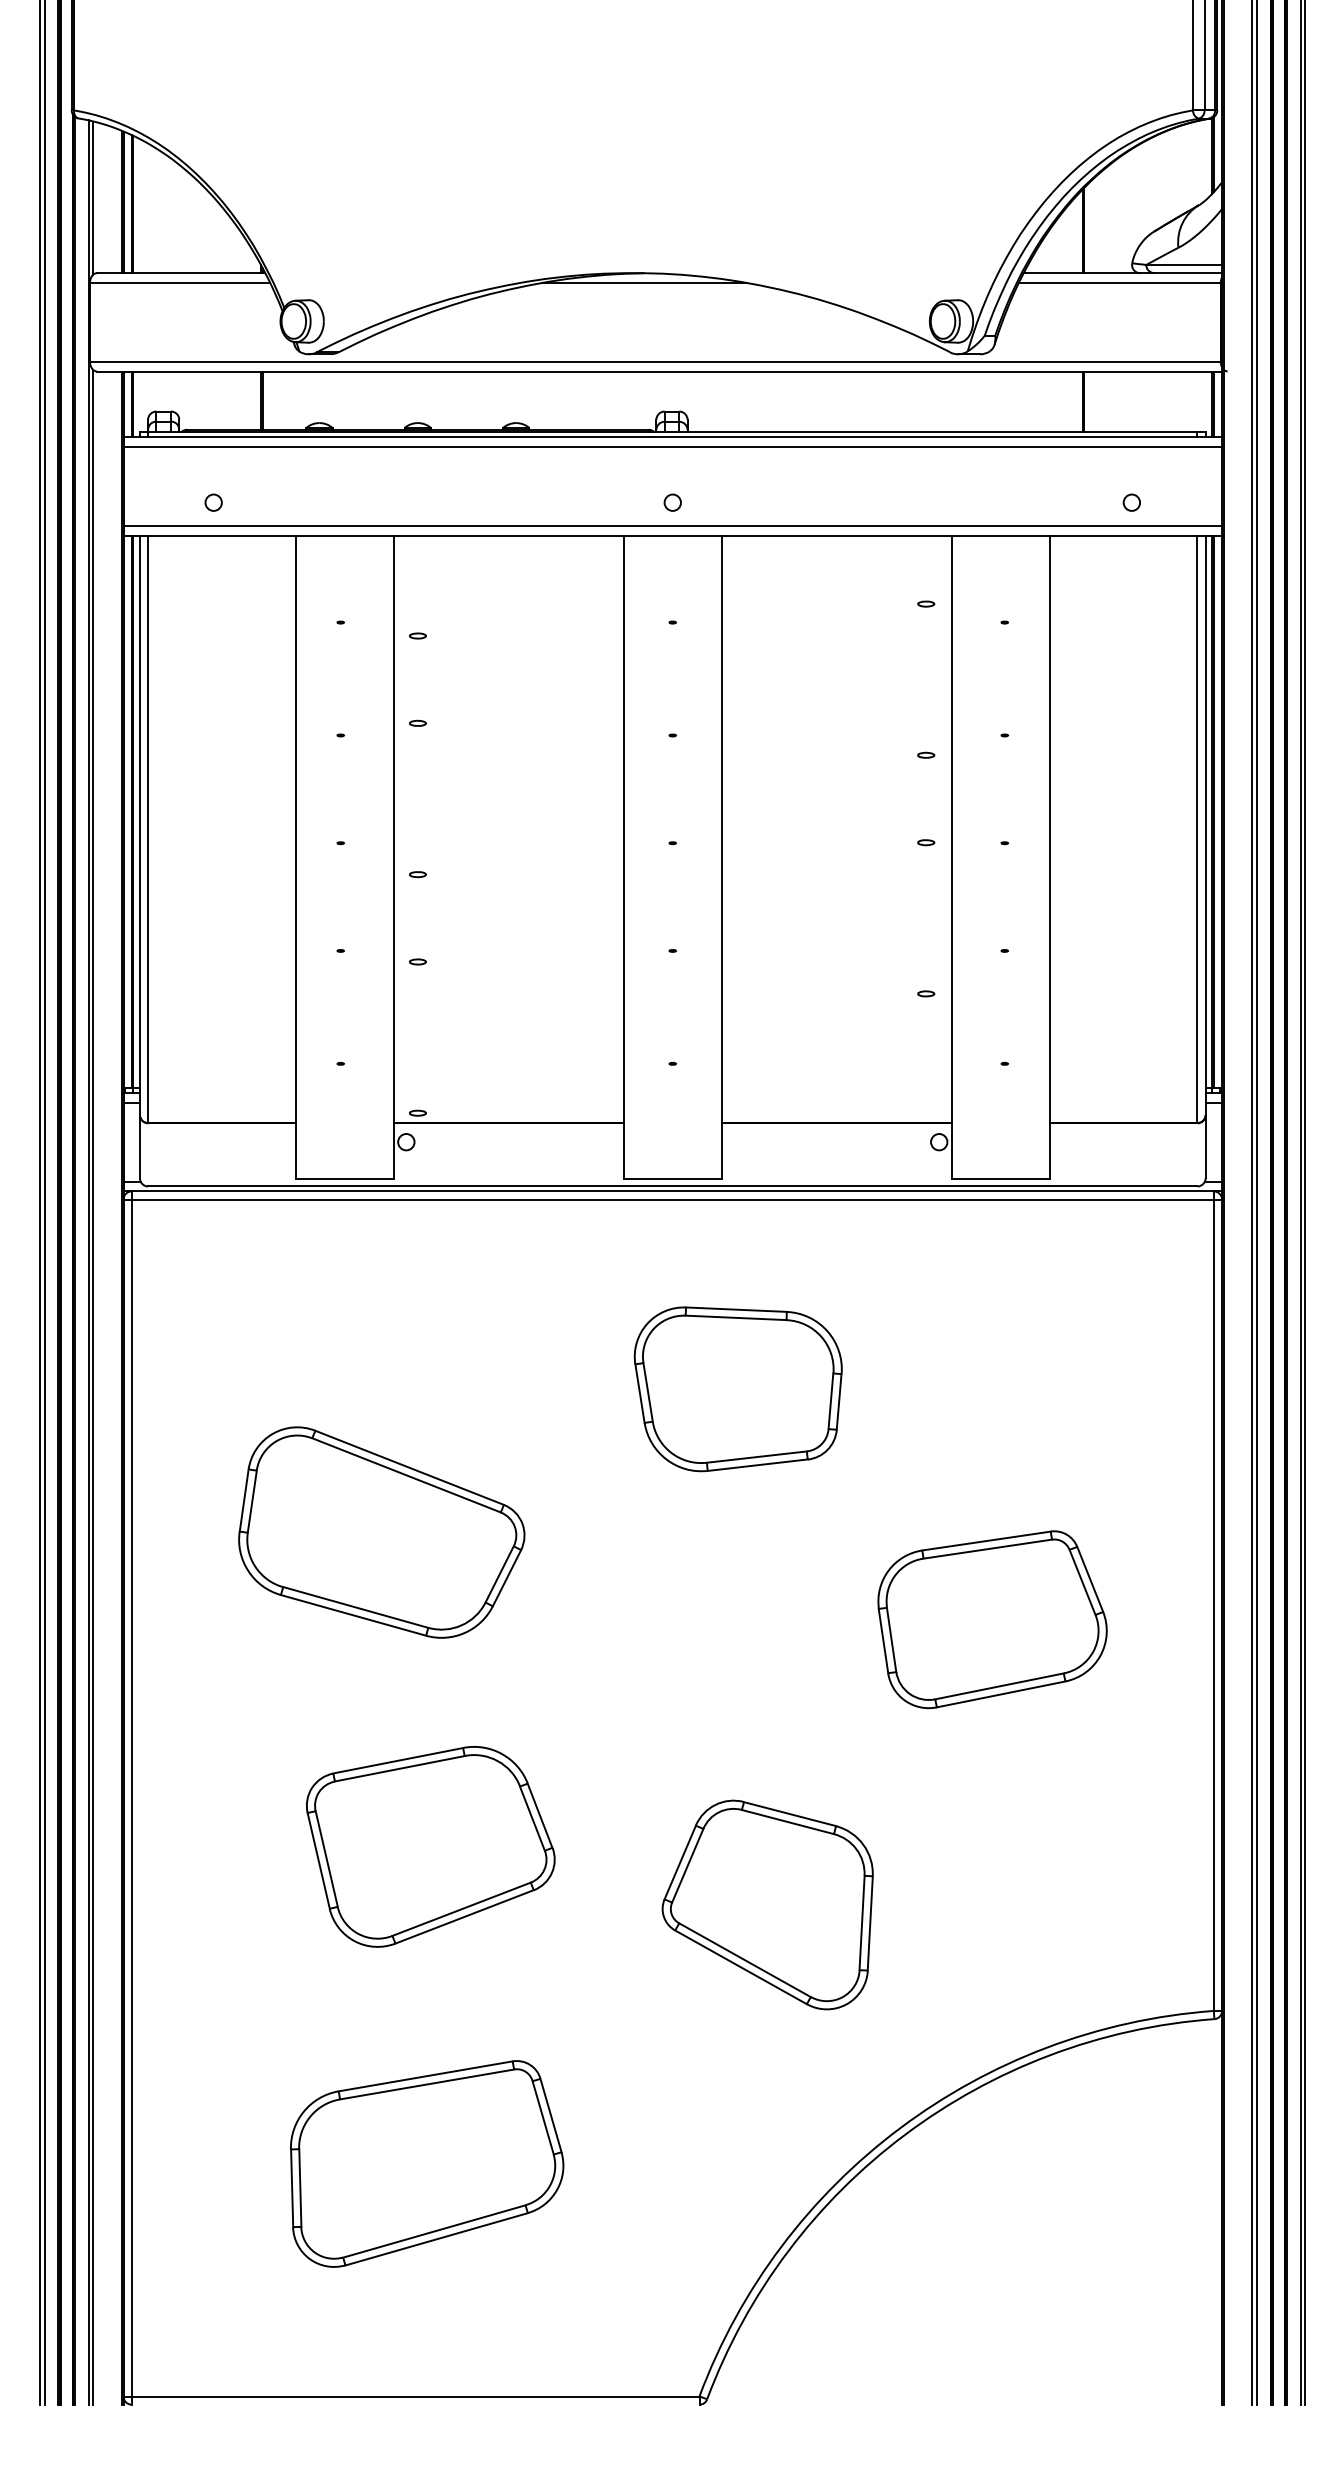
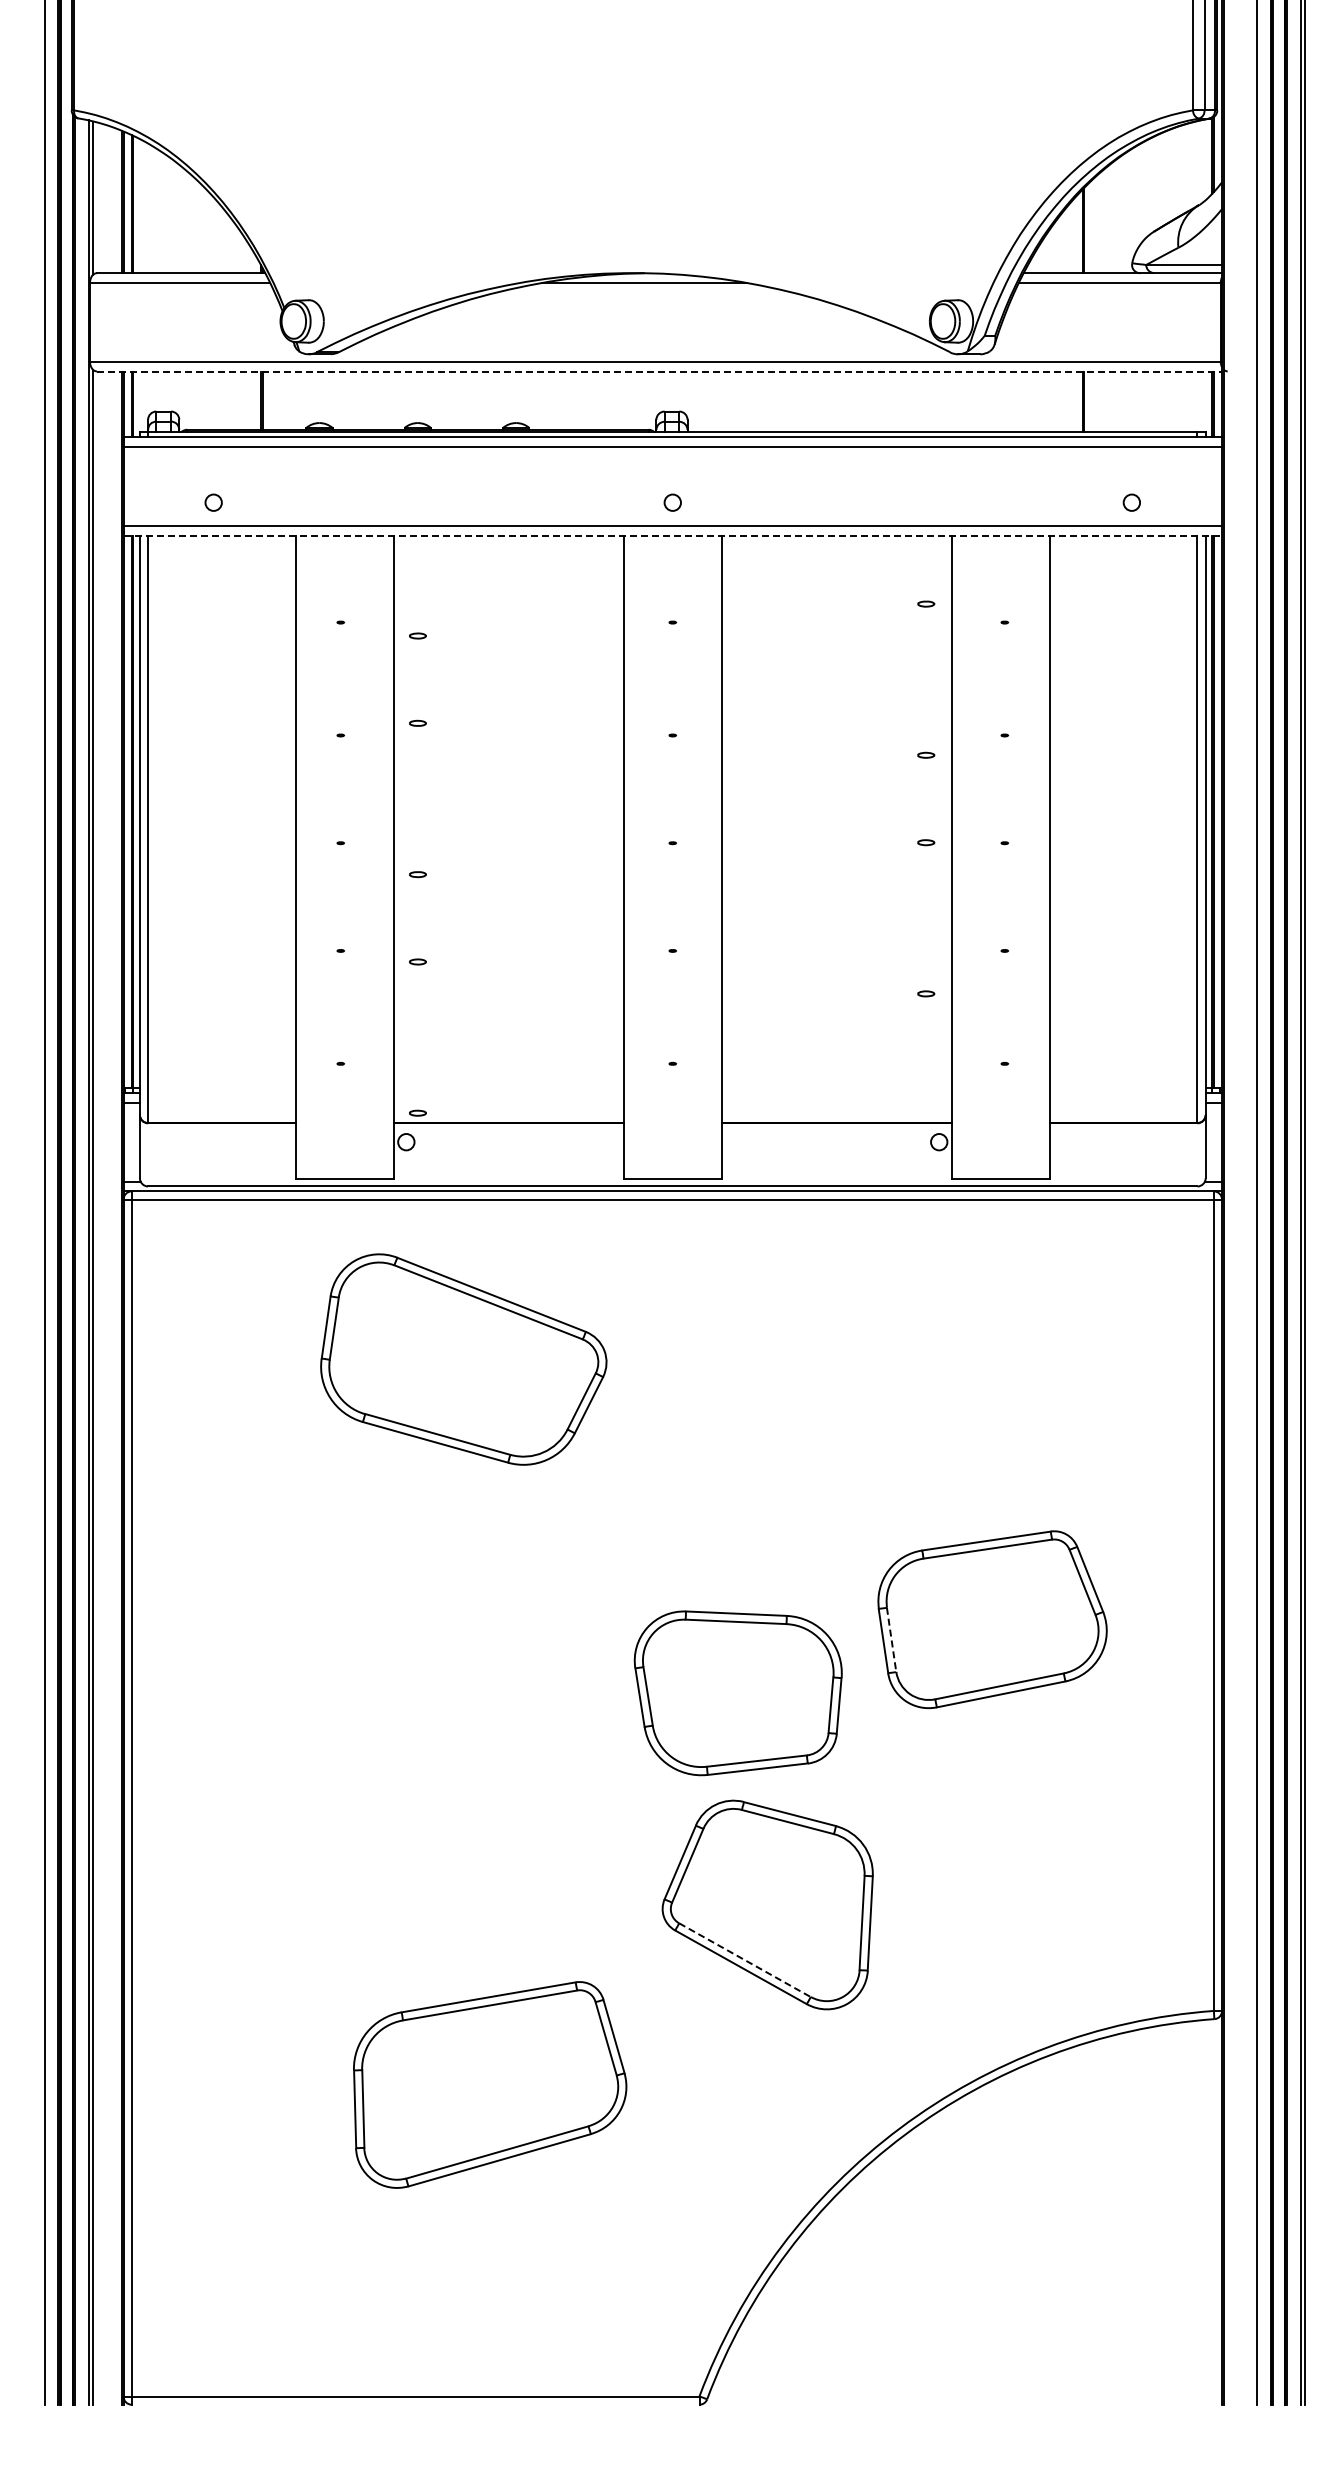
line at (659, 371): solid -> dashed
line at (673, 535): solid -> dashed
line at (40, 1203): present -> none
line at (1252, 1203): present -> none
part at (737, 1389) position: (737, 1389) -> (737, 1693)
part at (381, 1532) position: (381, 1532) -> (463, 1359)
line at (891, 1640): solid -> dashed
part at (430, 1846): present -> none
line at (745, 1960): solid -> dashed
part at (427, 2163) position: (427, 2163) -> (490, 2084)
